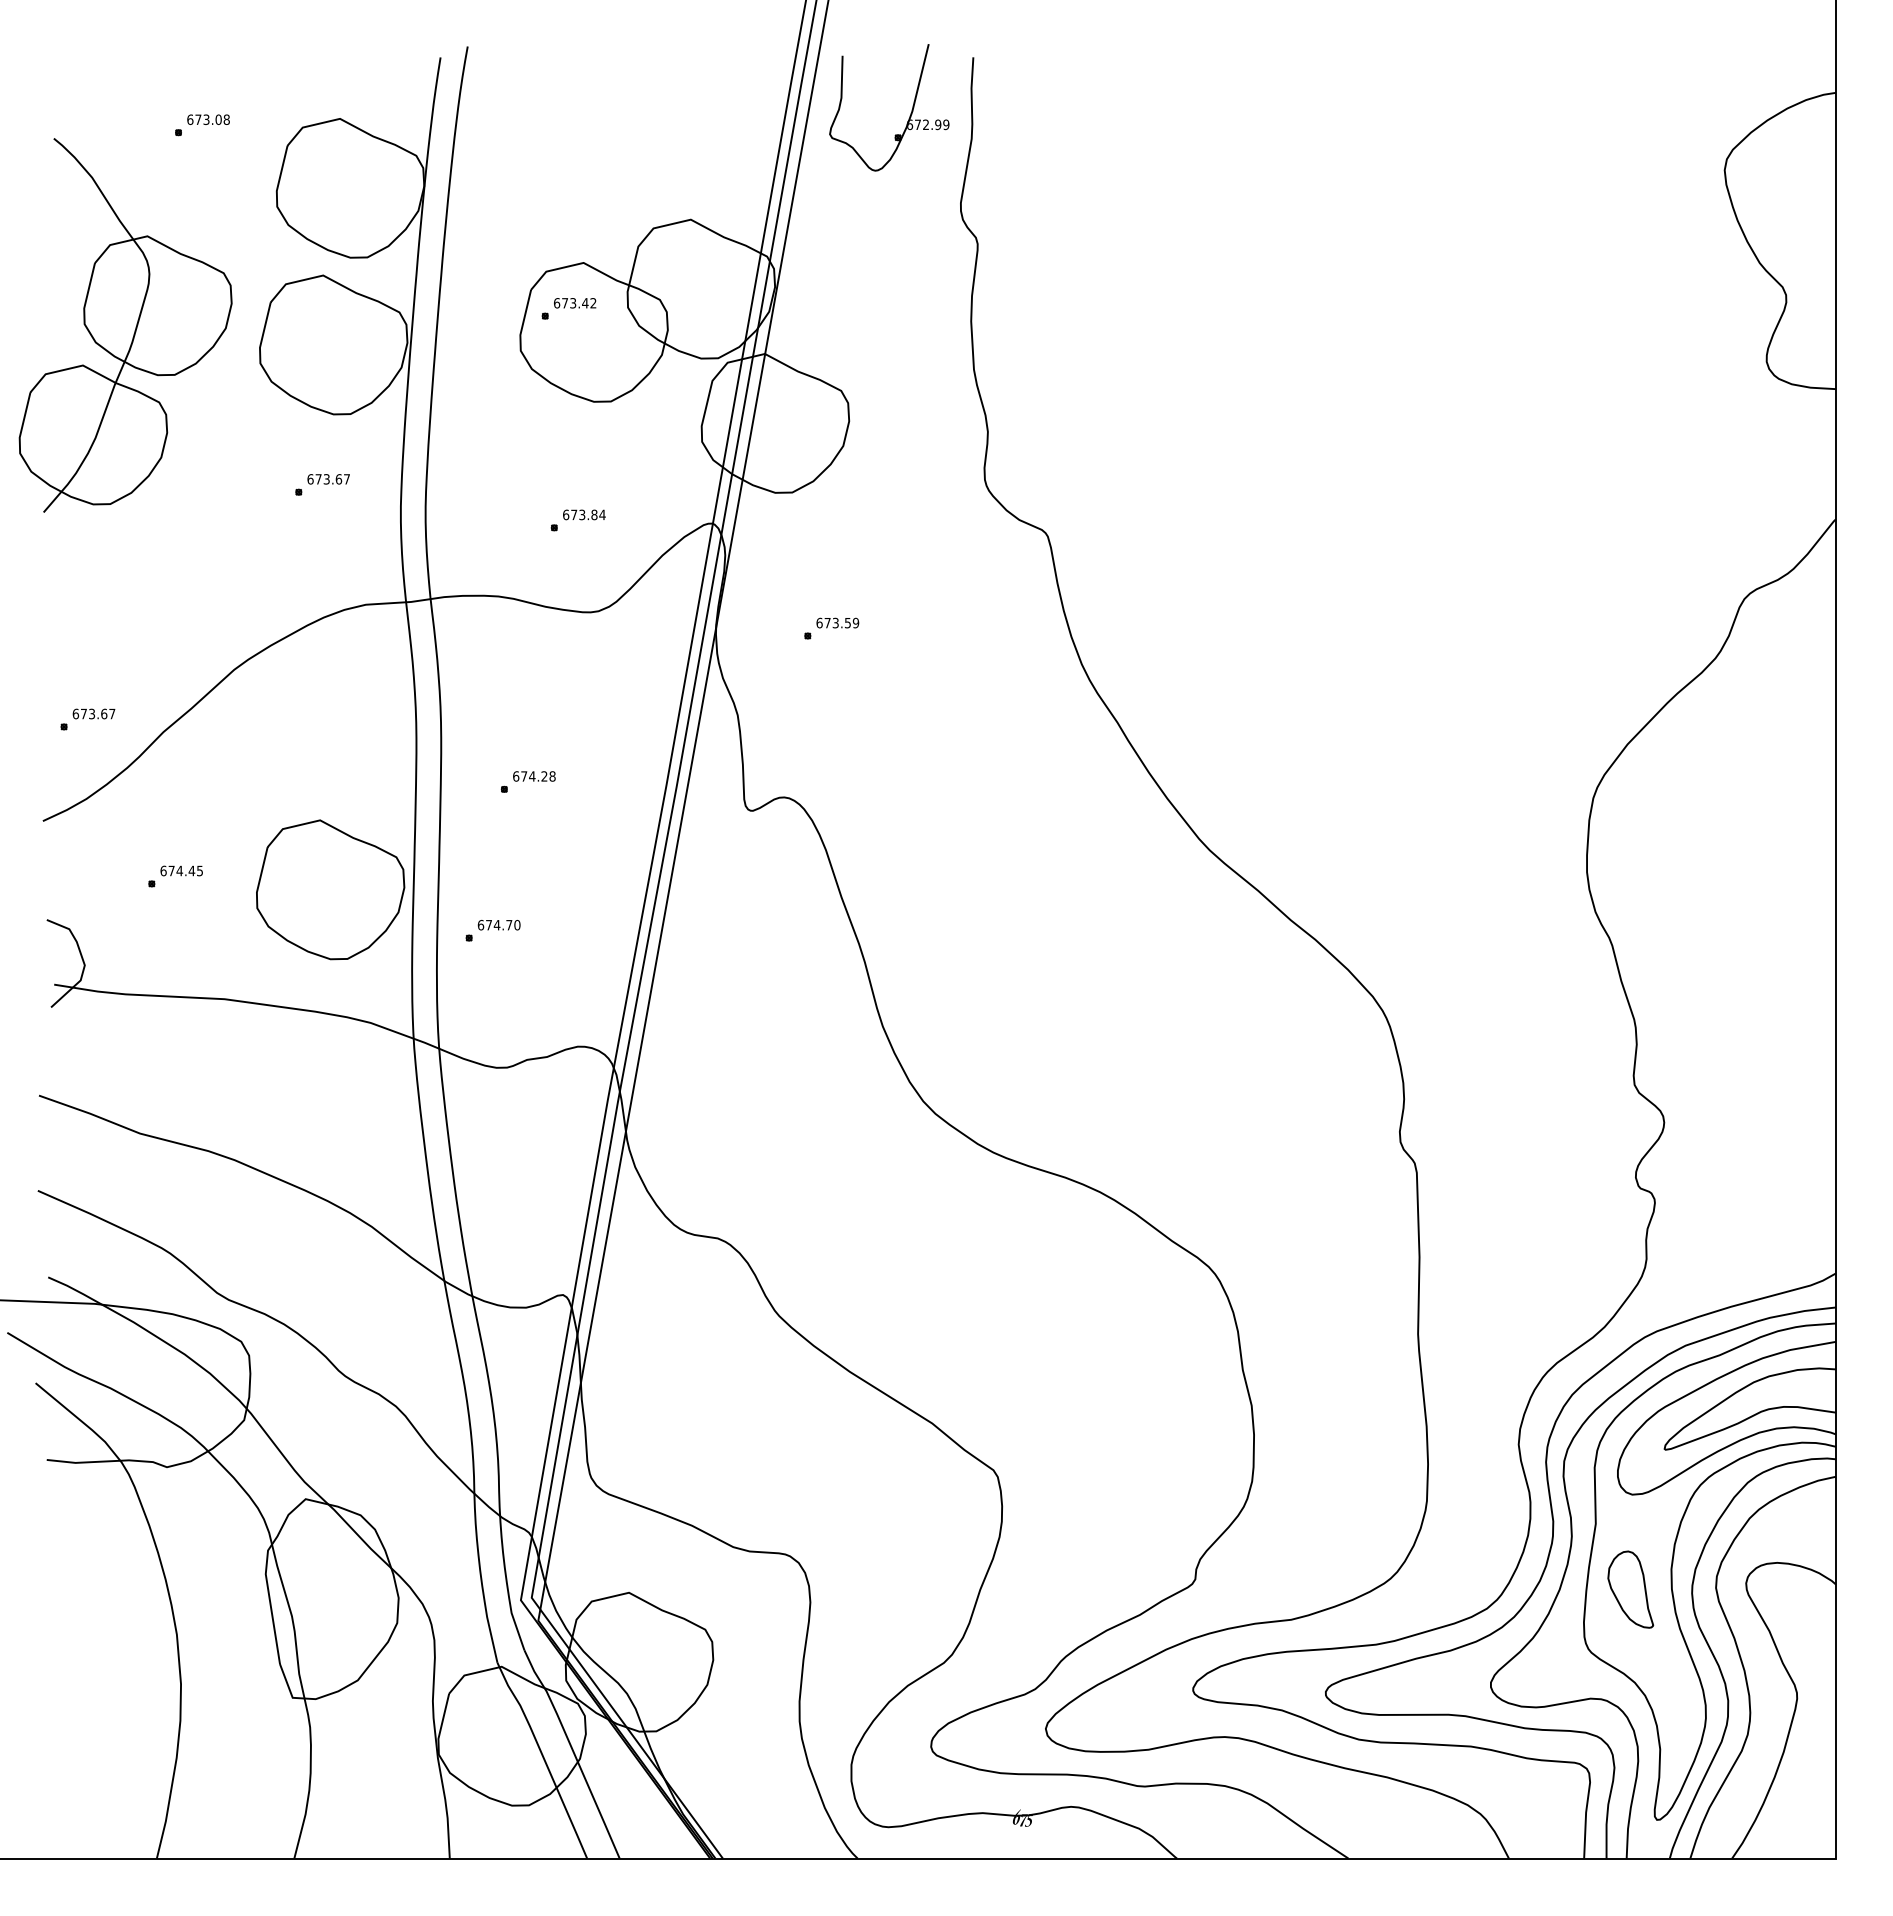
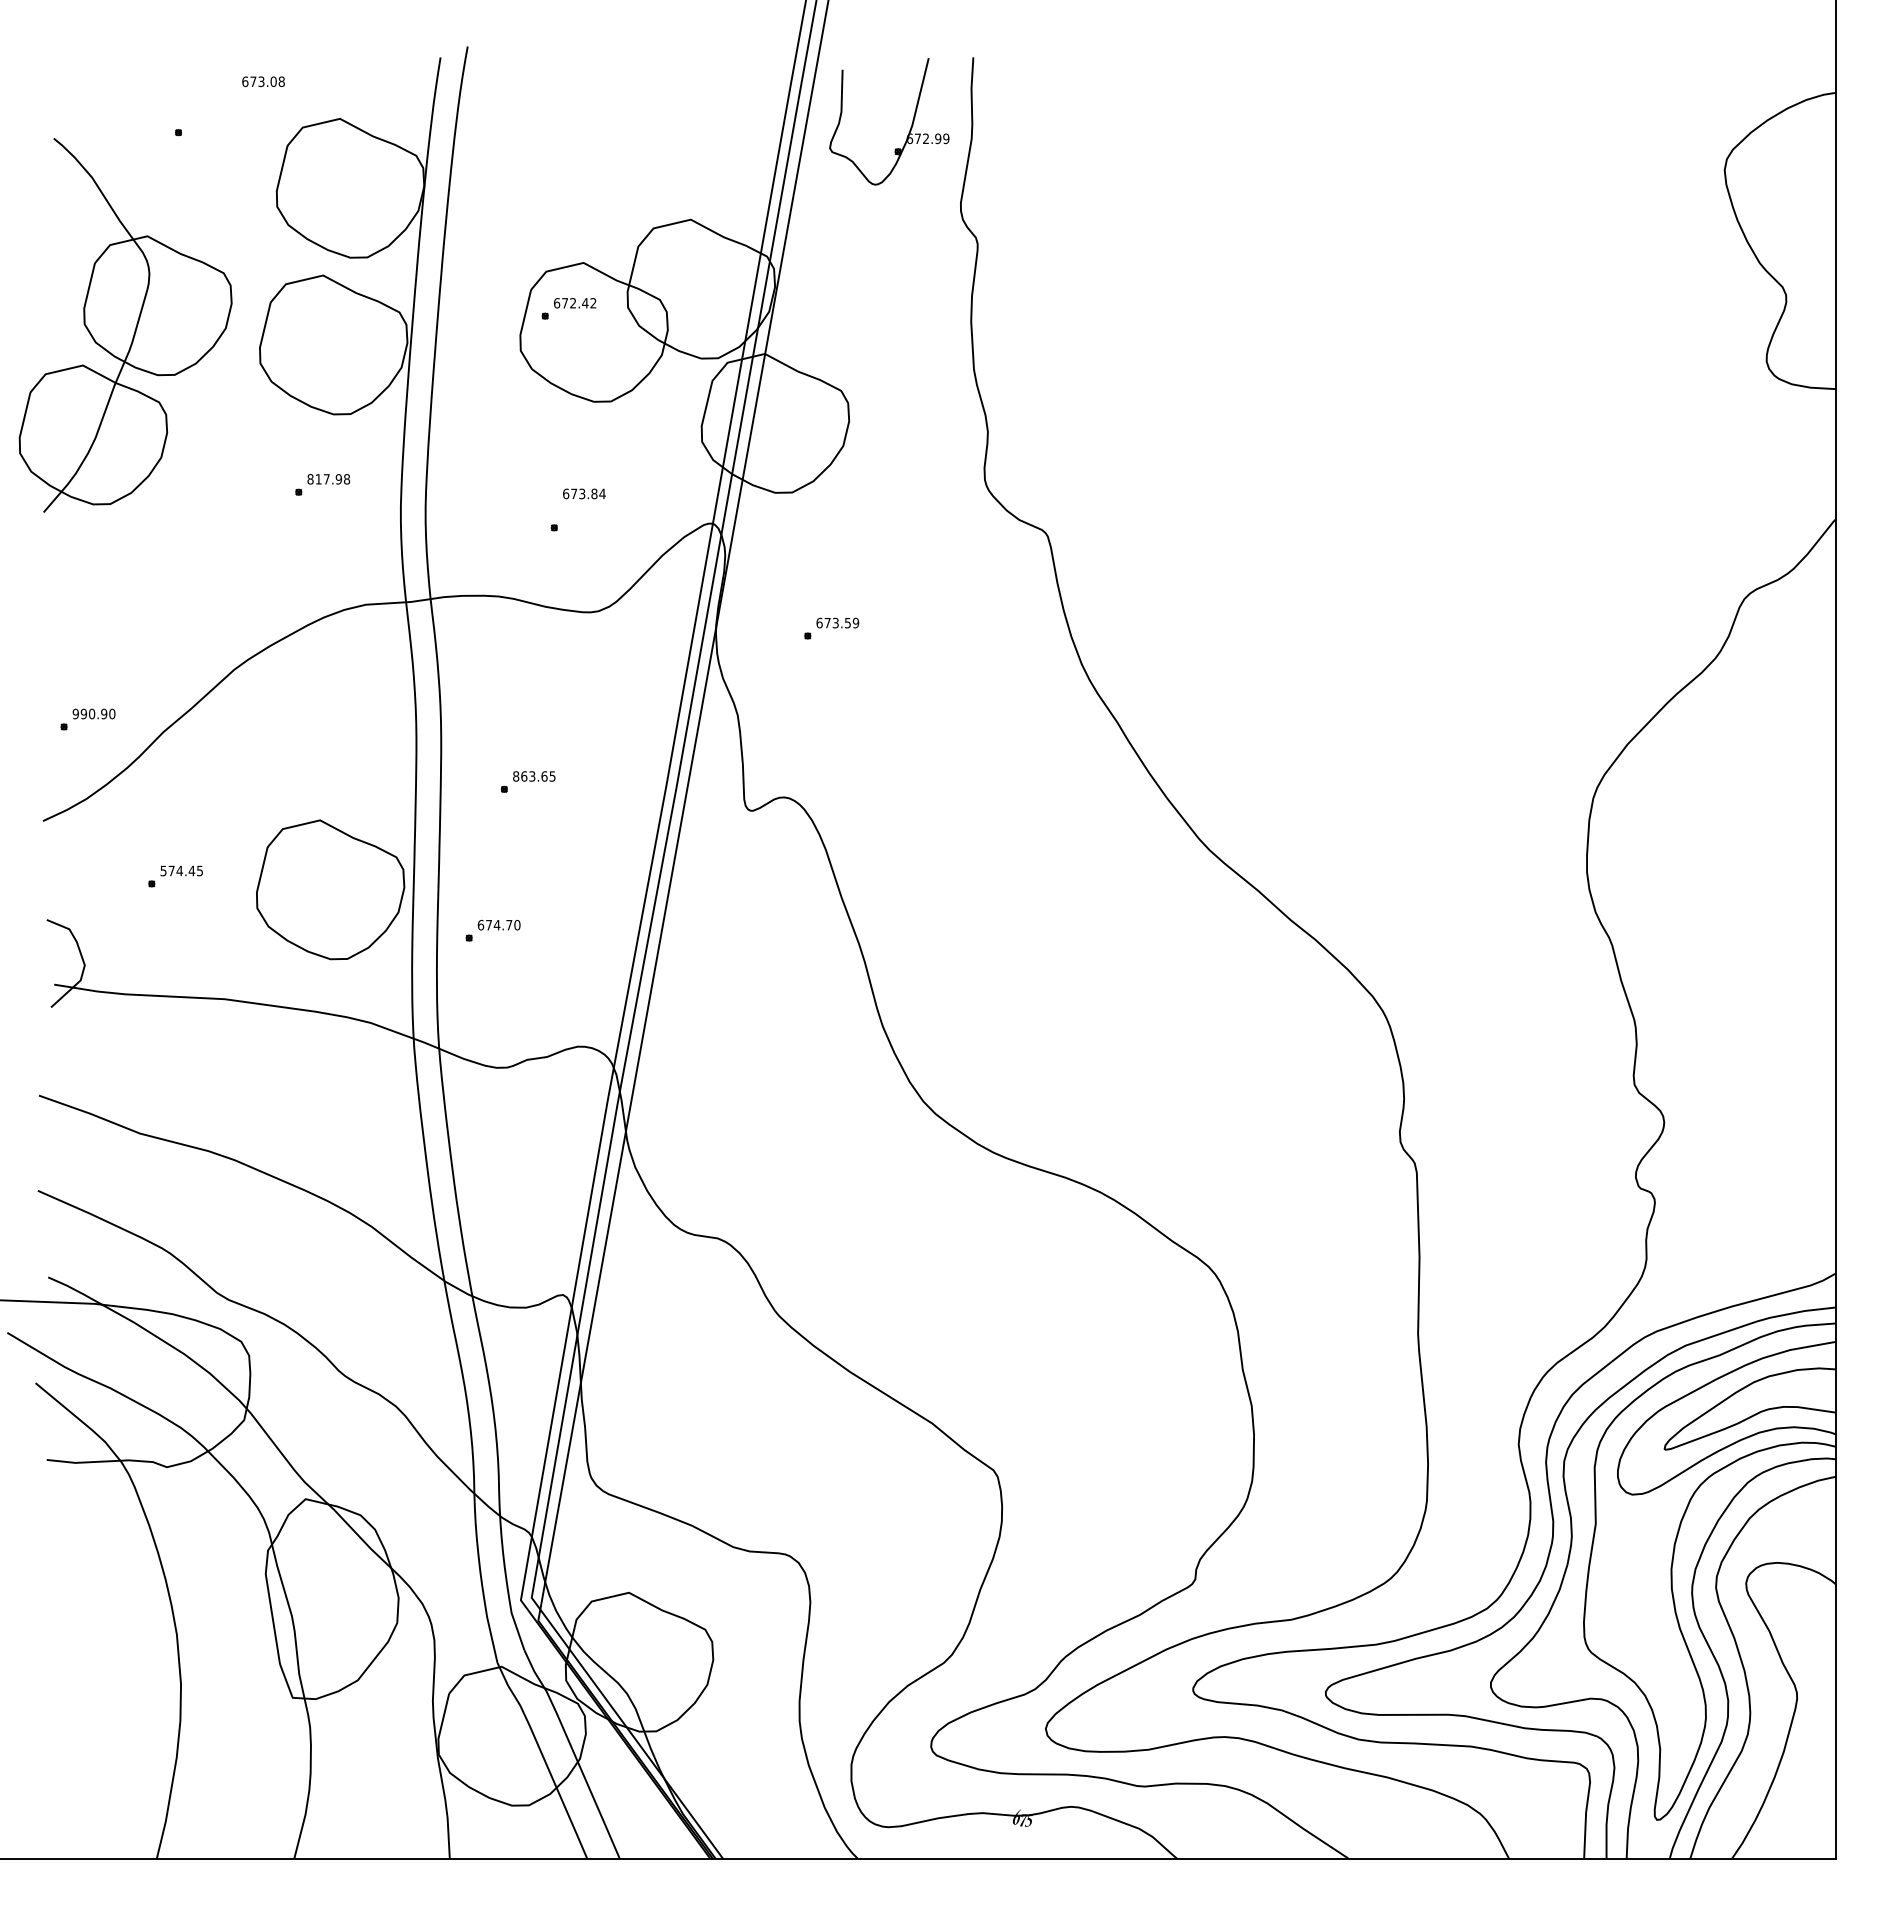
part at (909, 115) position: (909, 115) -> (909, 129)
text at (208, 119) position: (208, 119) -> (263, 81)
text at (573, 303): 673.42 -> 672.42
text at (328, 479): 673.67 -> 817.98
text at (584, 514) position: (584, 514) -> (584, 493)
text at (93, 713): 673.67 -> 990.90
text at (534, 776): 674.28 -> 863.65
text at (163, 870): 674.45 -> 574.45
part at (1630, 1589): present -> none
